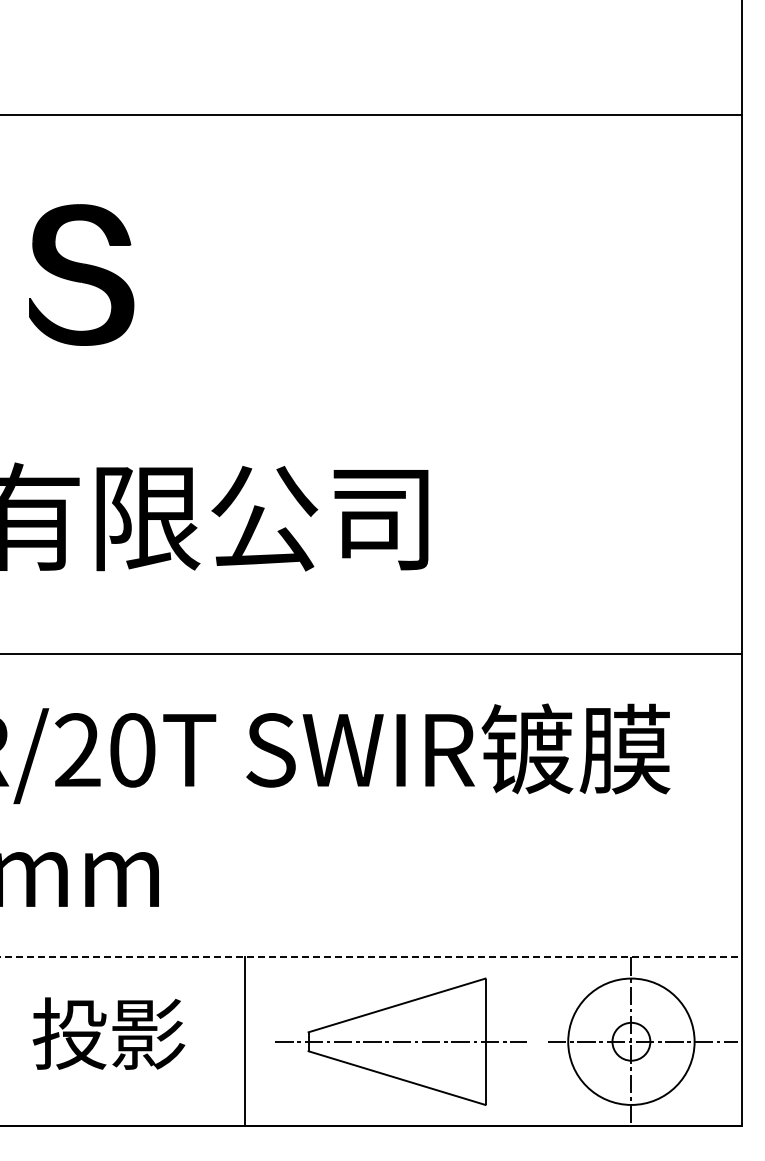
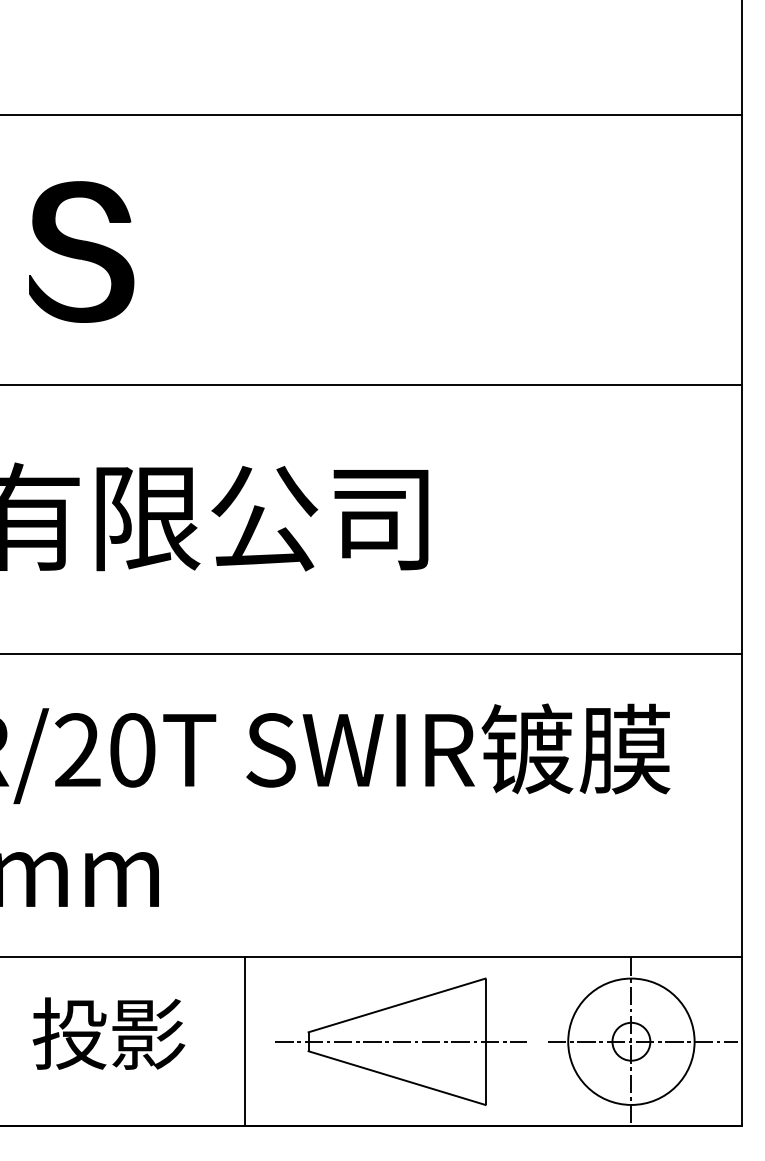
part at (81, 274) position: (81, 274) -> (81, 251)
line at (371, 384): none -> present
line at (371, 957): dashed -> solid
